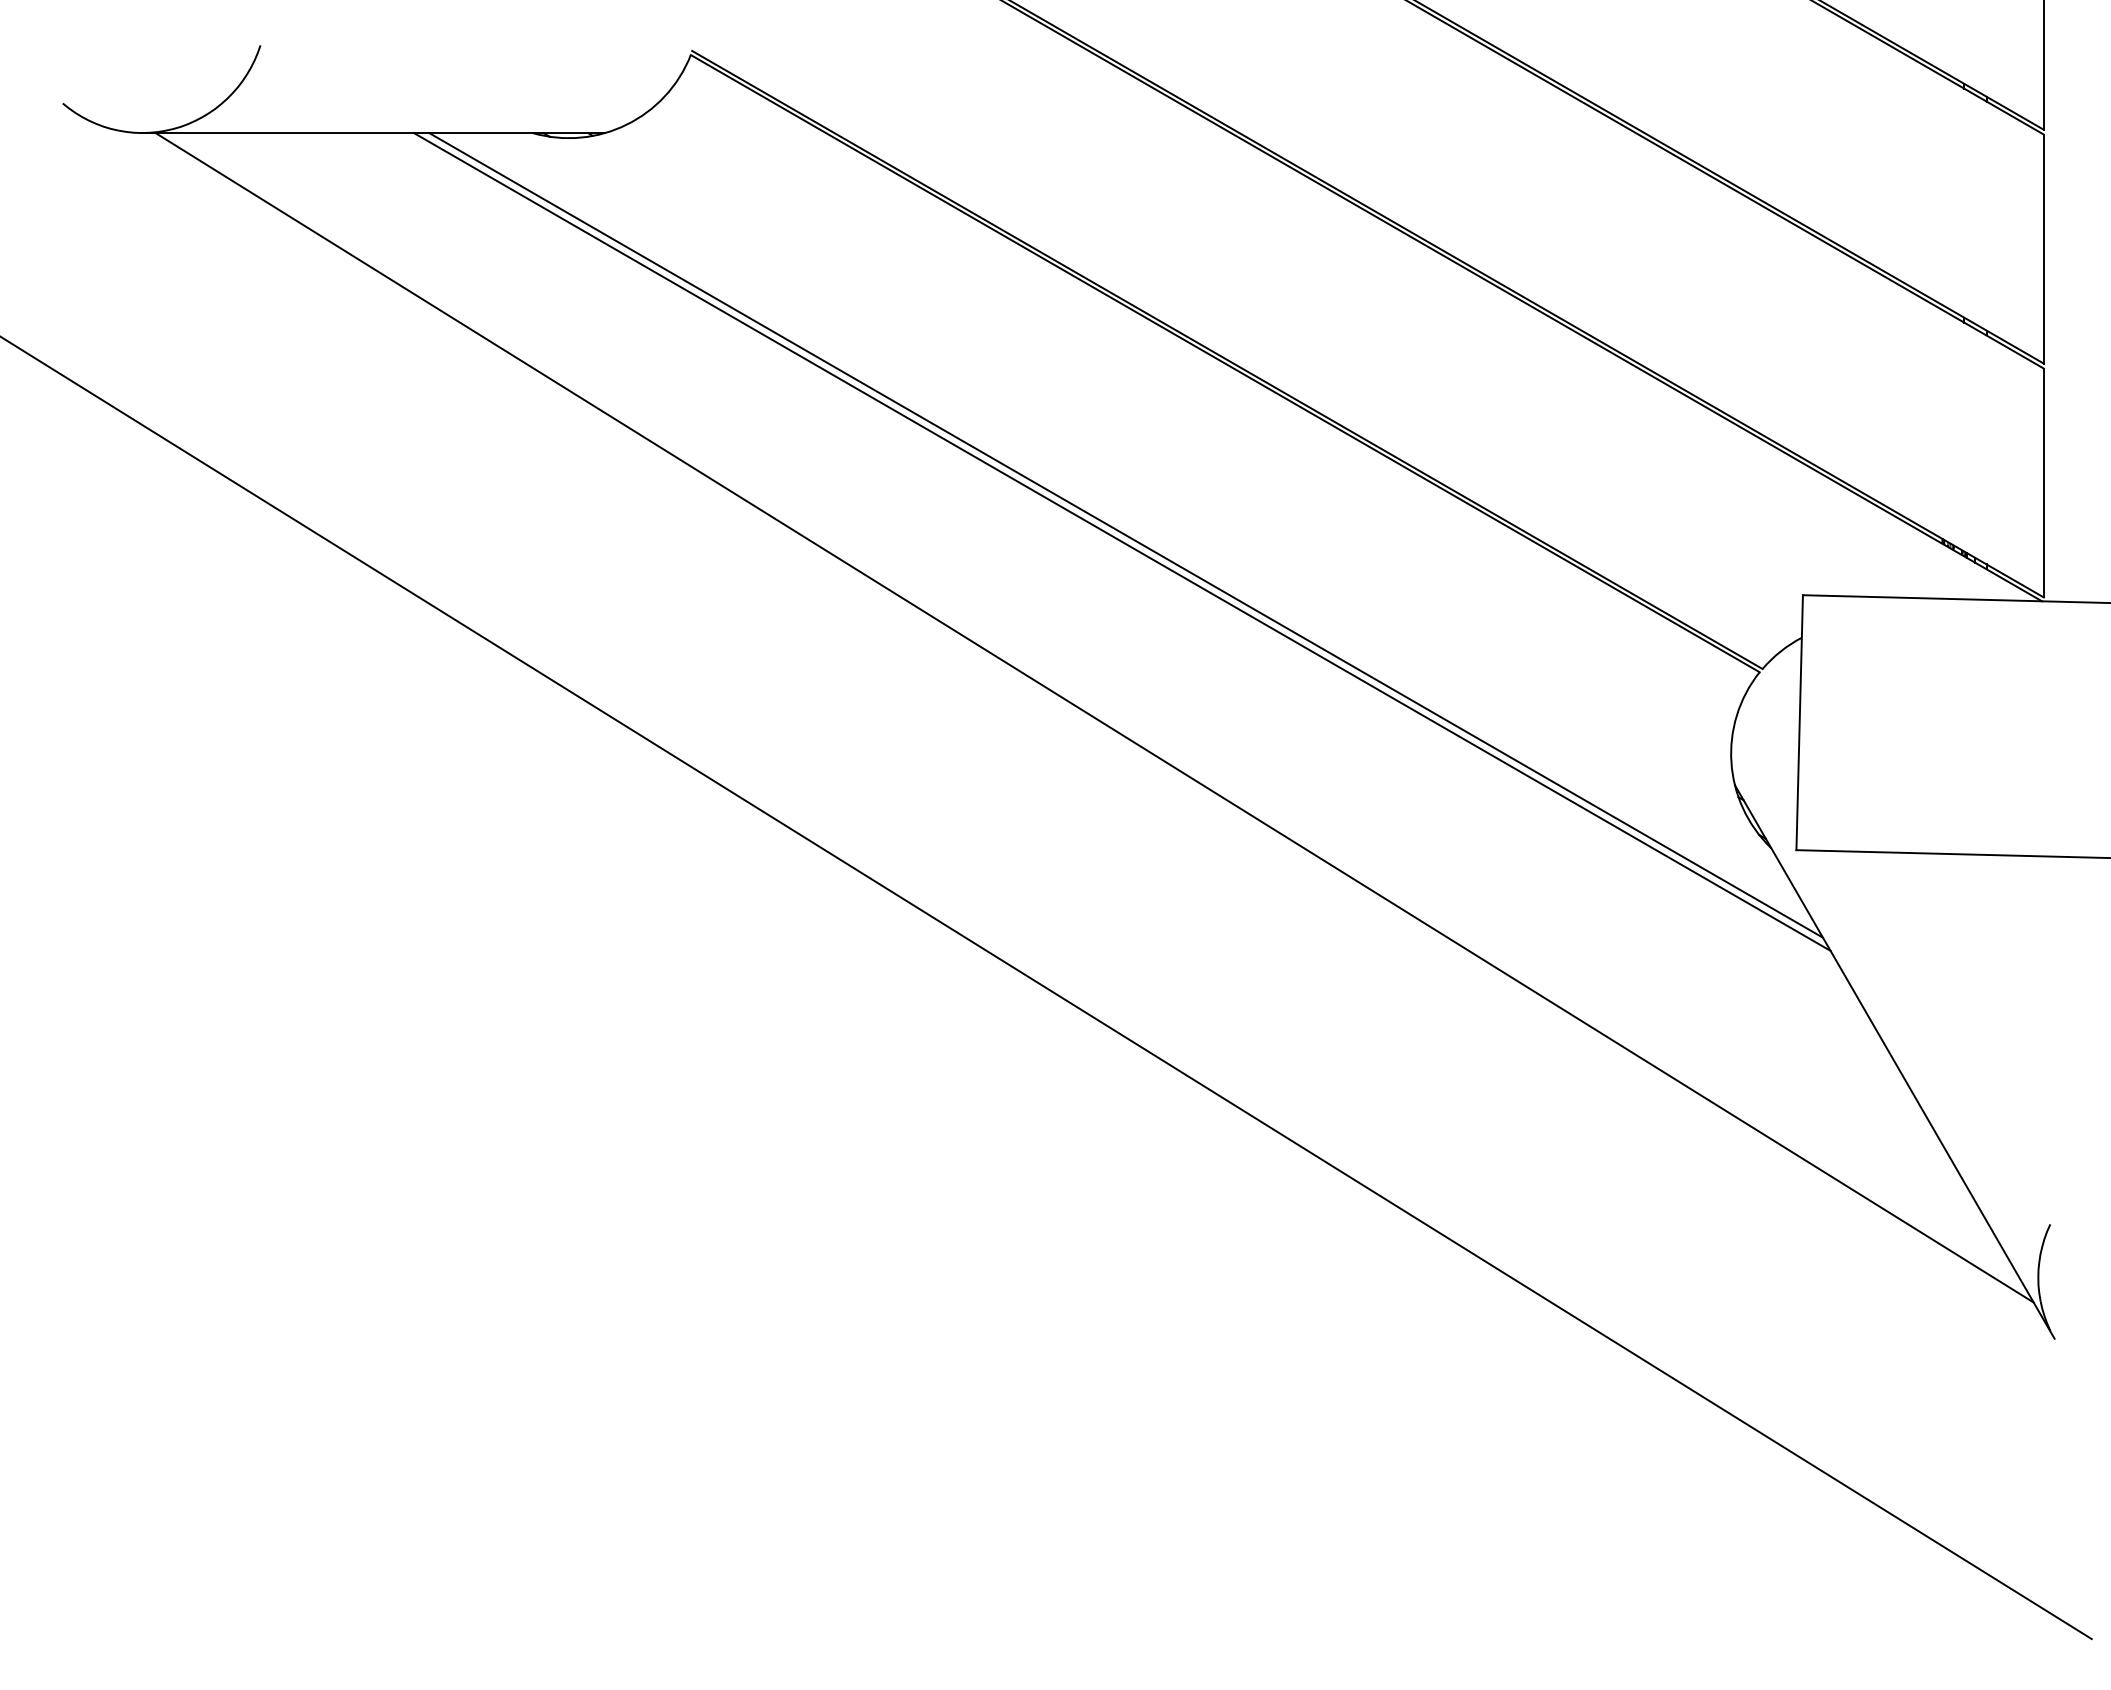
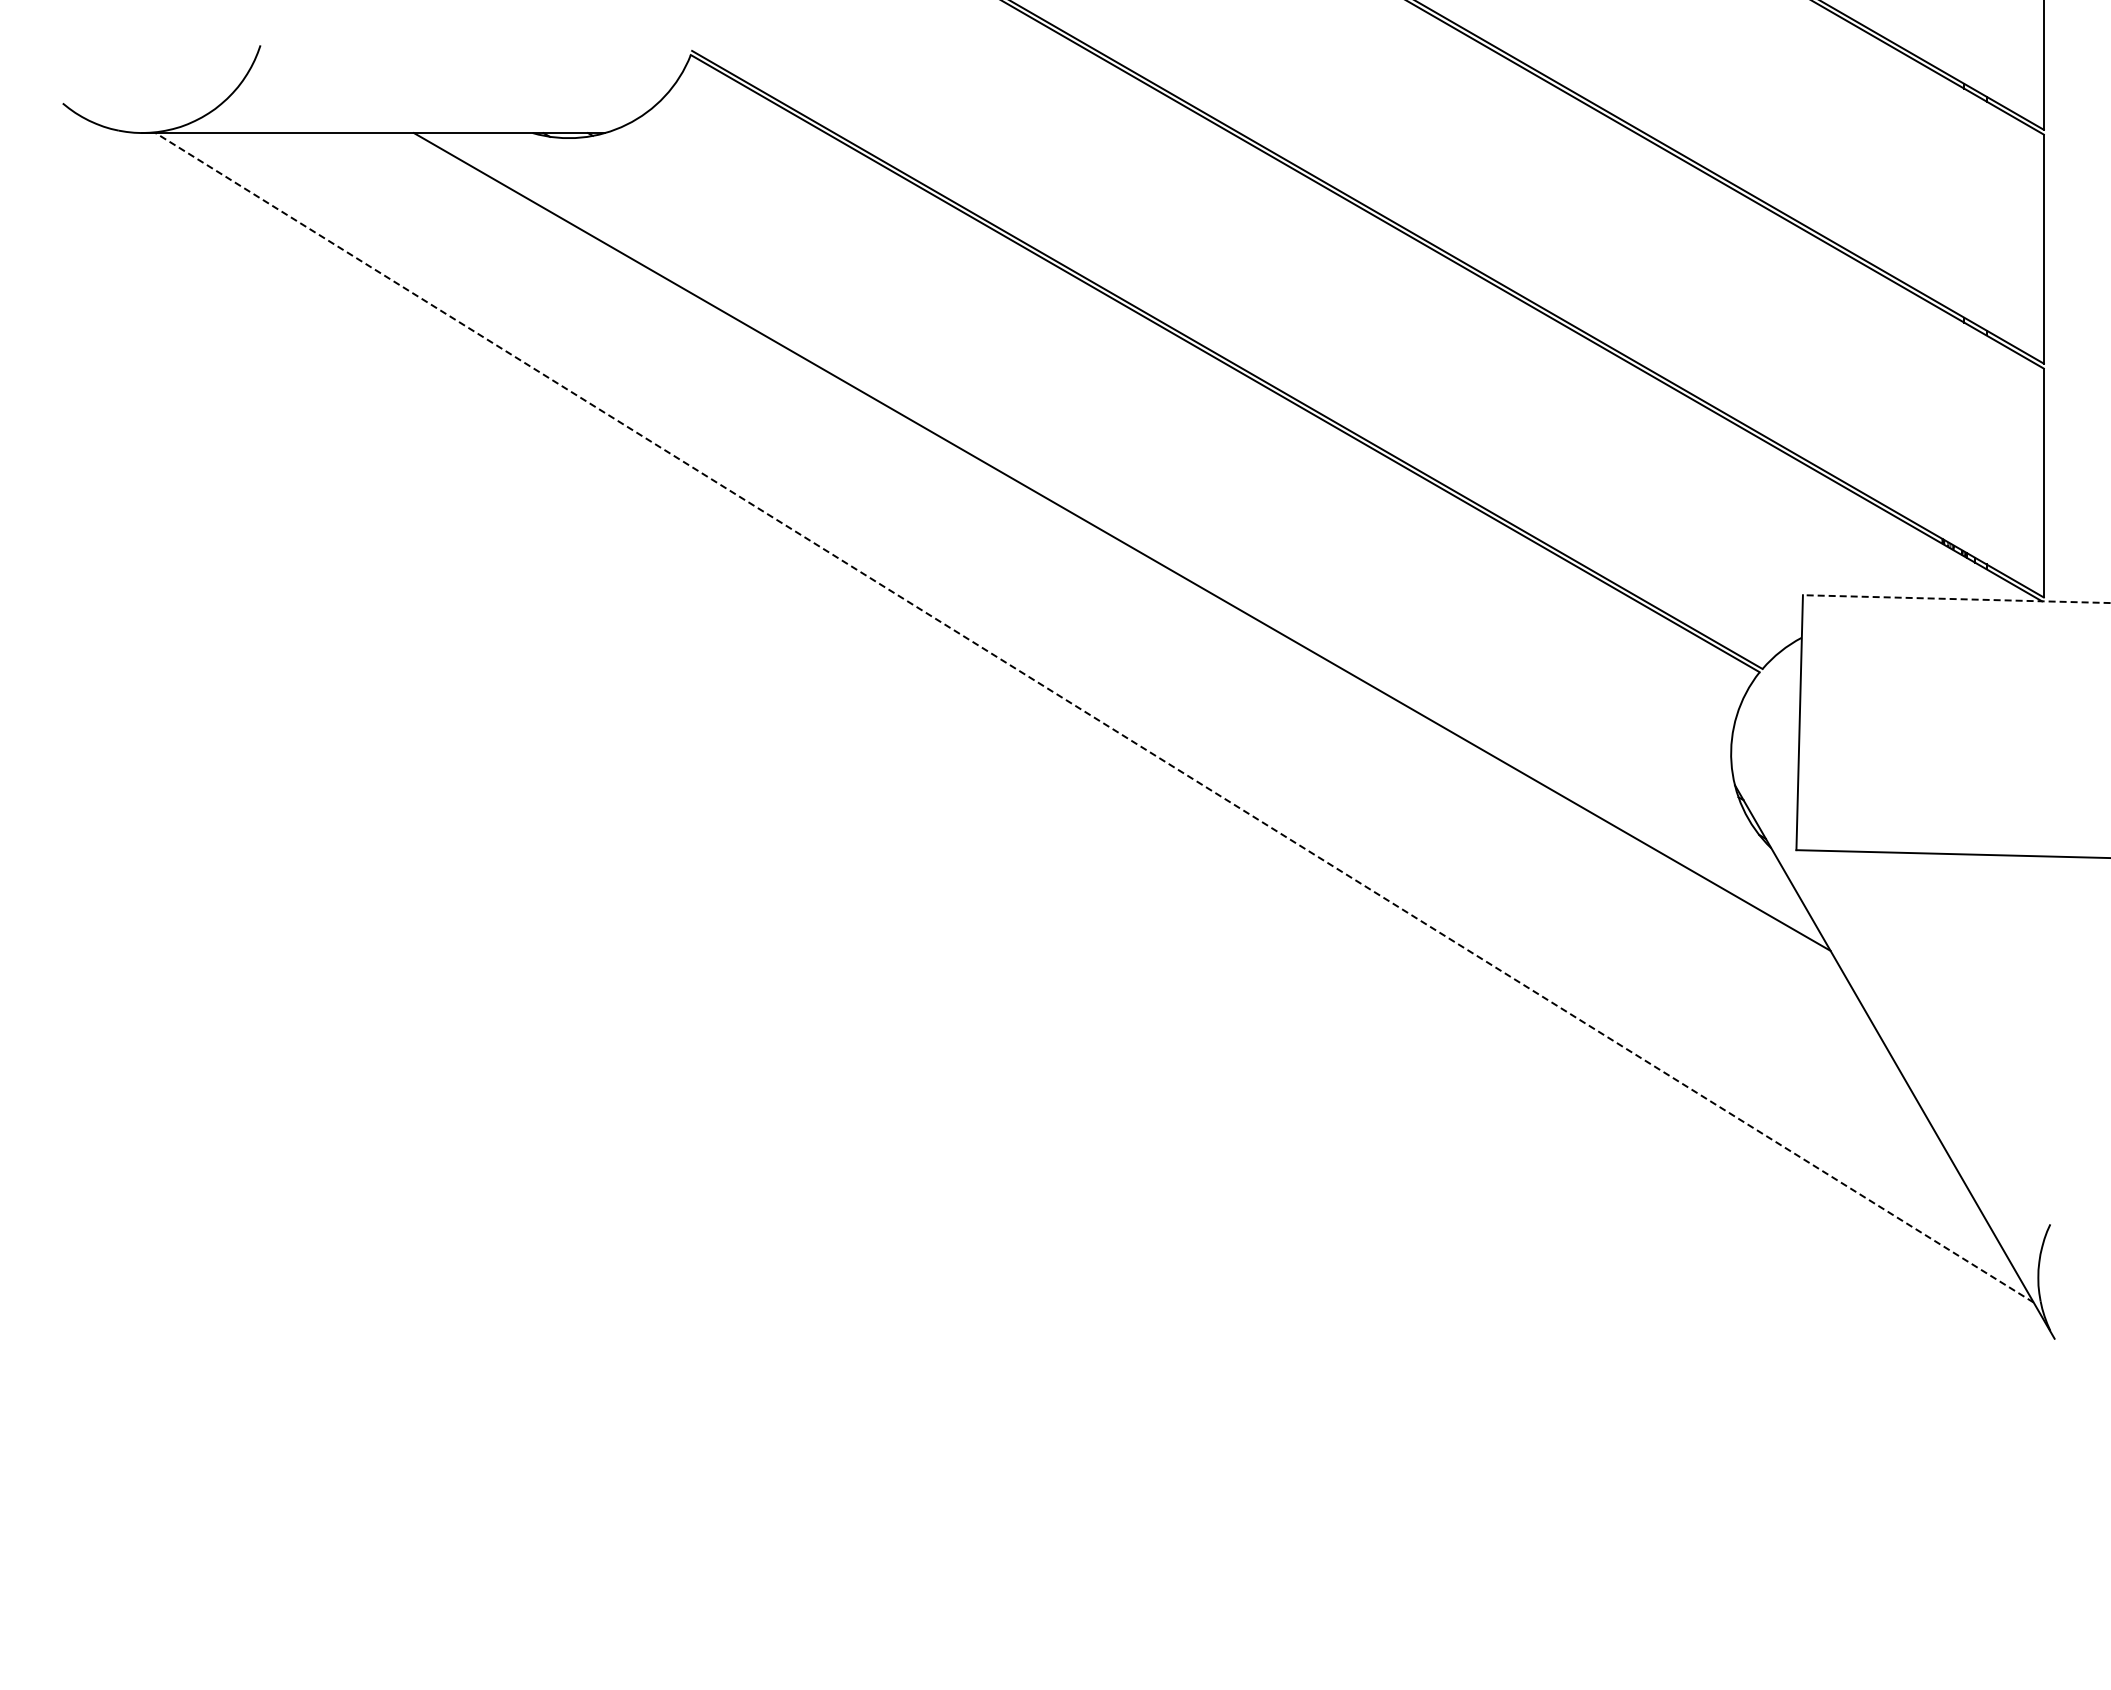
line at (1125, 535): present -> none
line at (1956, 599): solid -> dashed
line at (1094, 717): solid -> dashed
line at (1046, 988): present -> none
